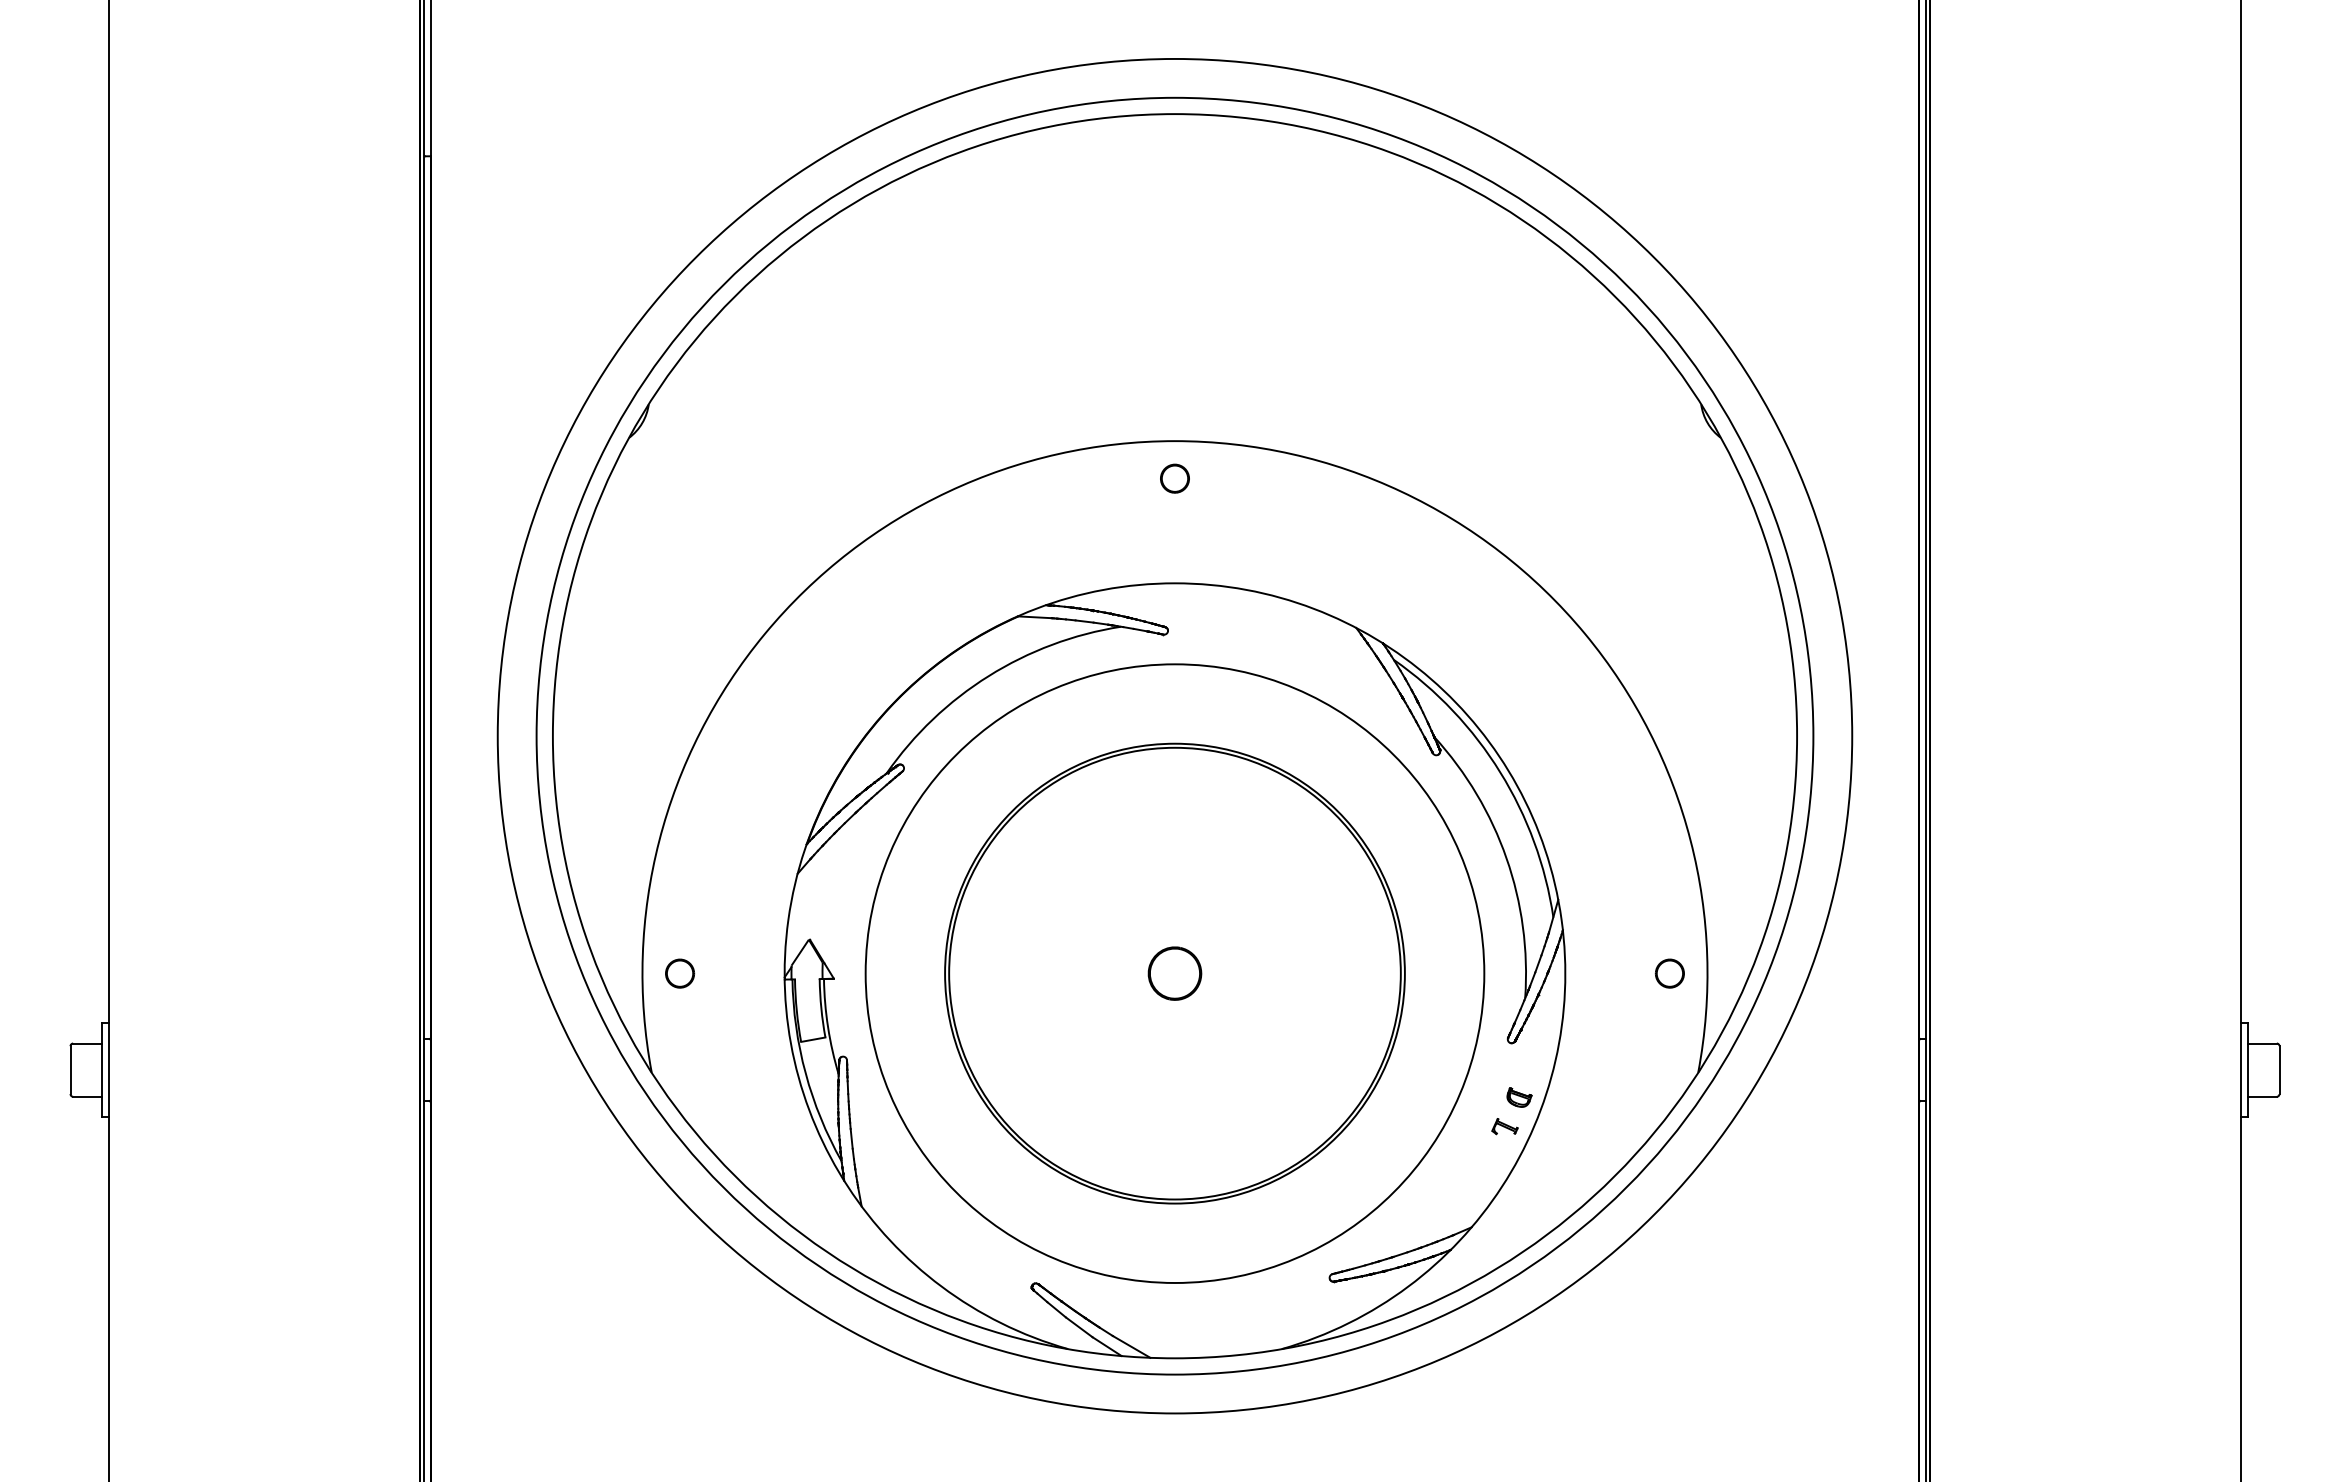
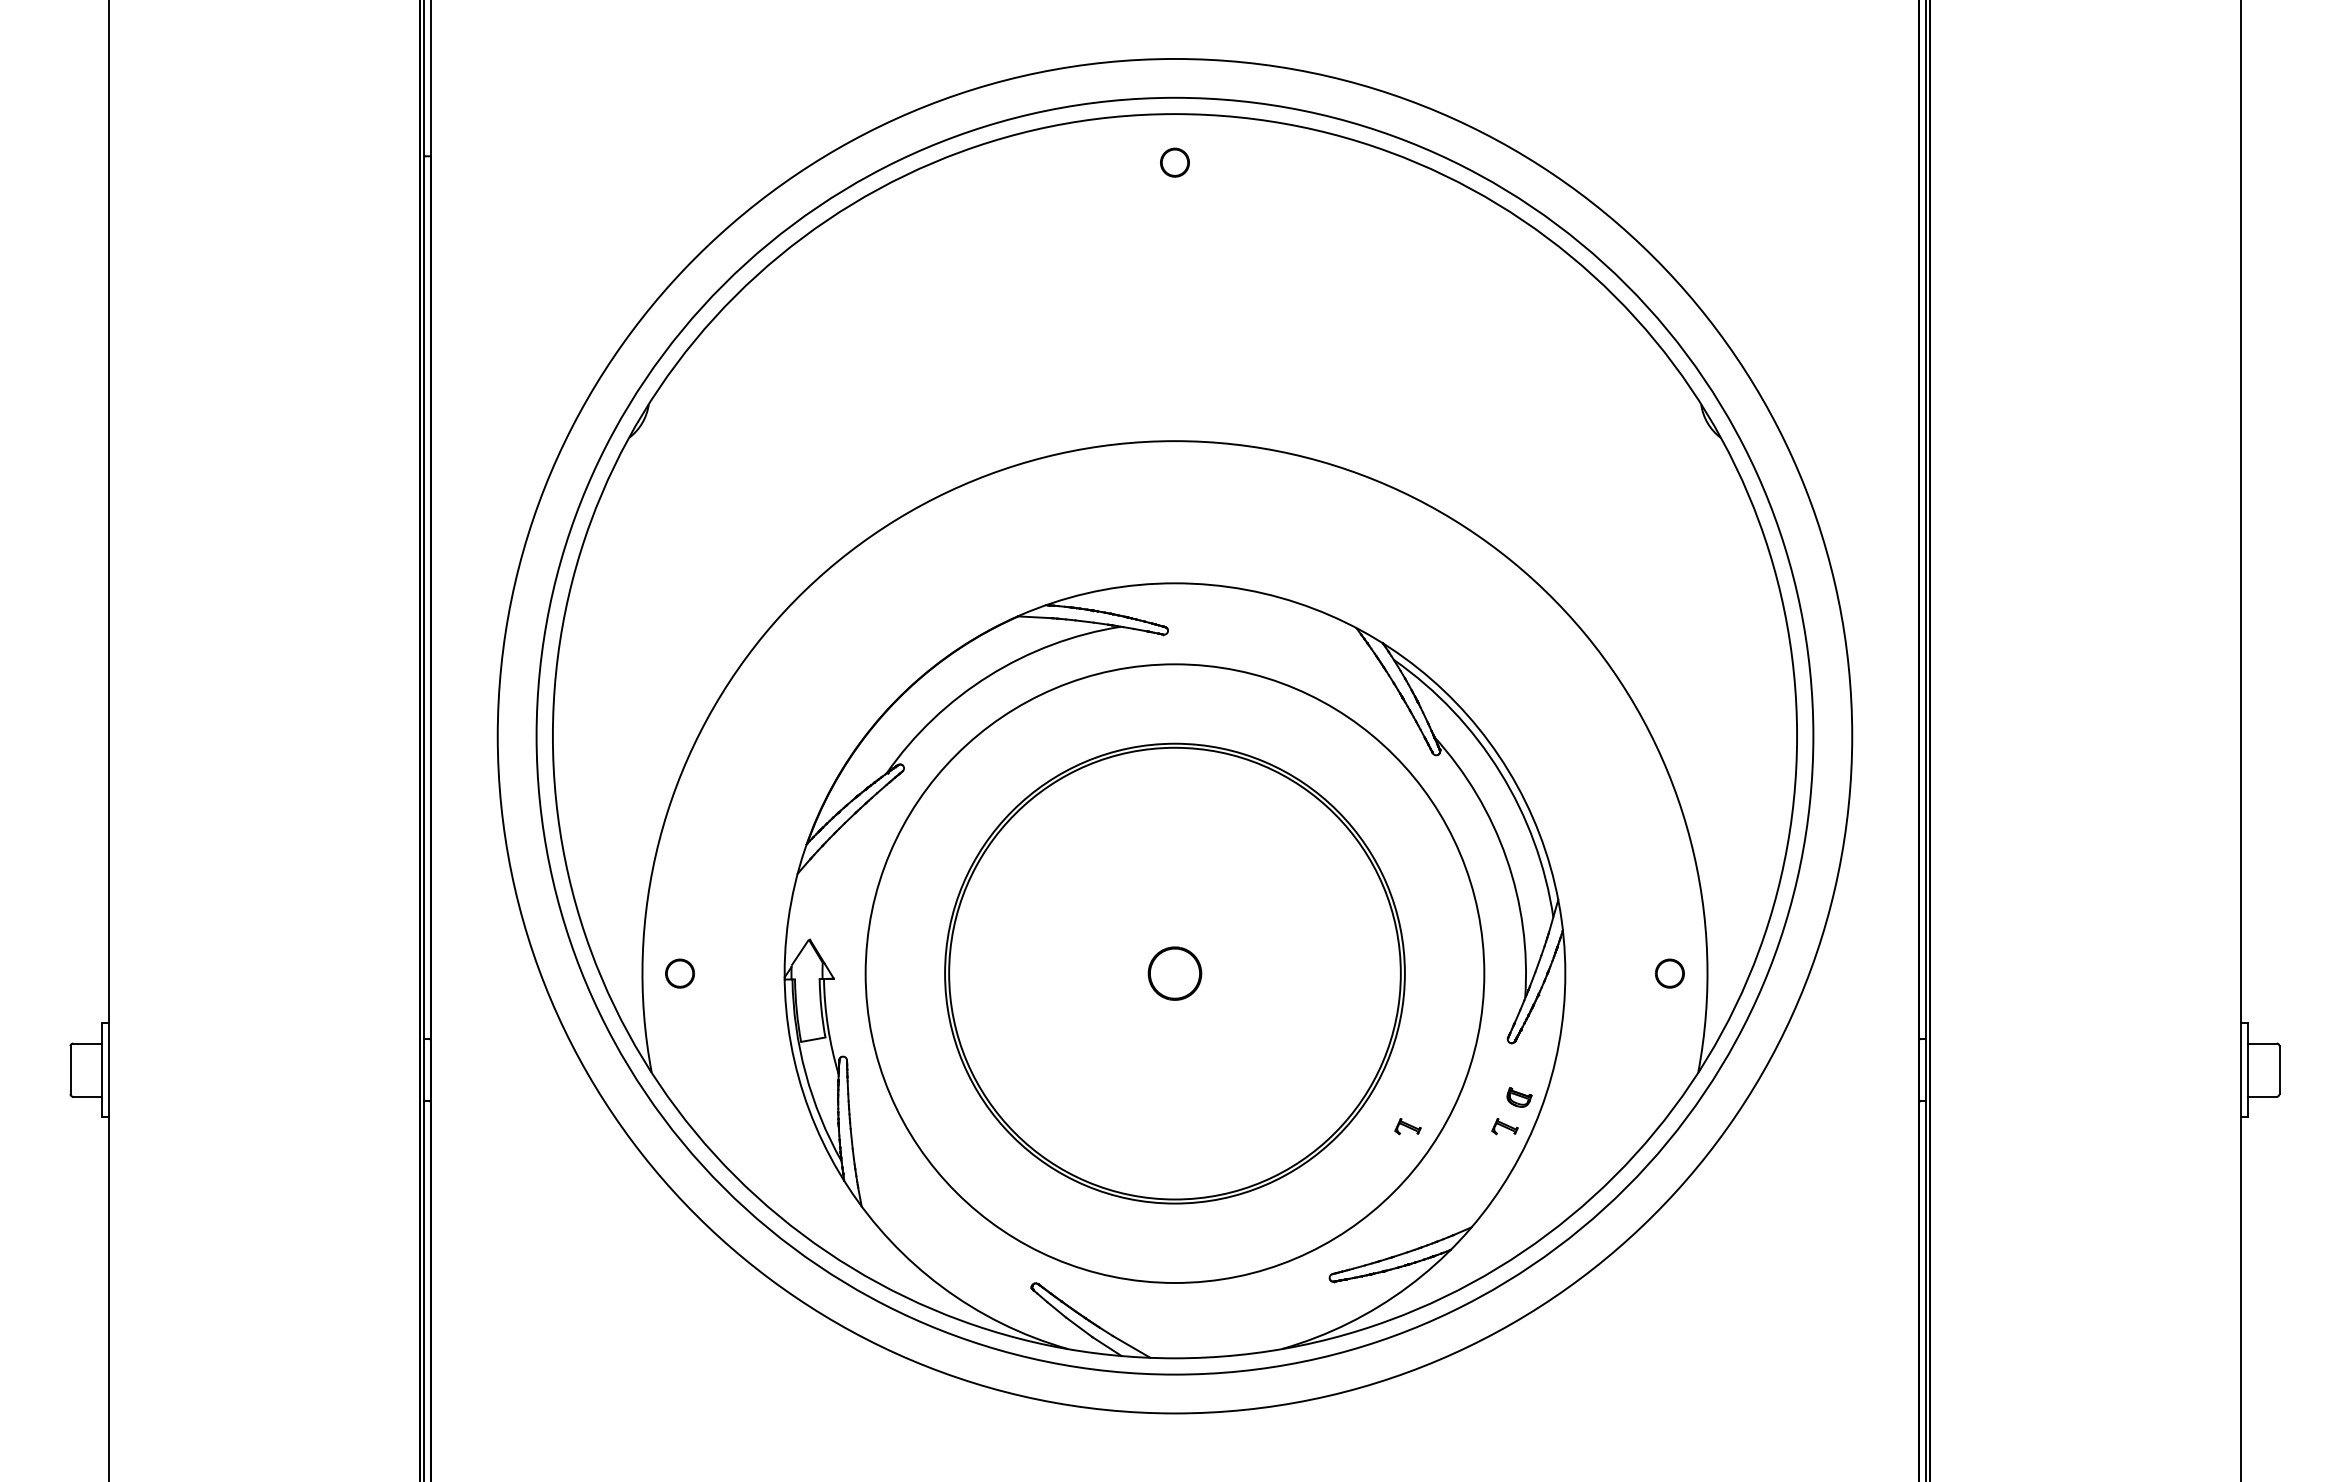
part at (1174, 478) position: (1174, 478) -> (1174, 162)
part at (1407, 1126): none -> present
